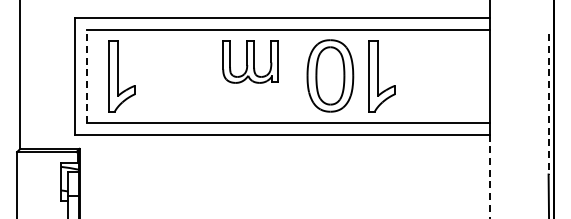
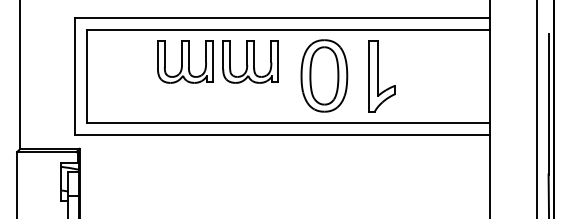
part at (185, 61): none -> present
part at (330, 75) position: (330, 75) -> (324, 75)
line at (86, 76): dashed -> solid
part at (121, 76): present -> none
line at (548, 104): dashed -> solid
line at (536, 108): none -> present
line at (490, 176): dashed -> solid
